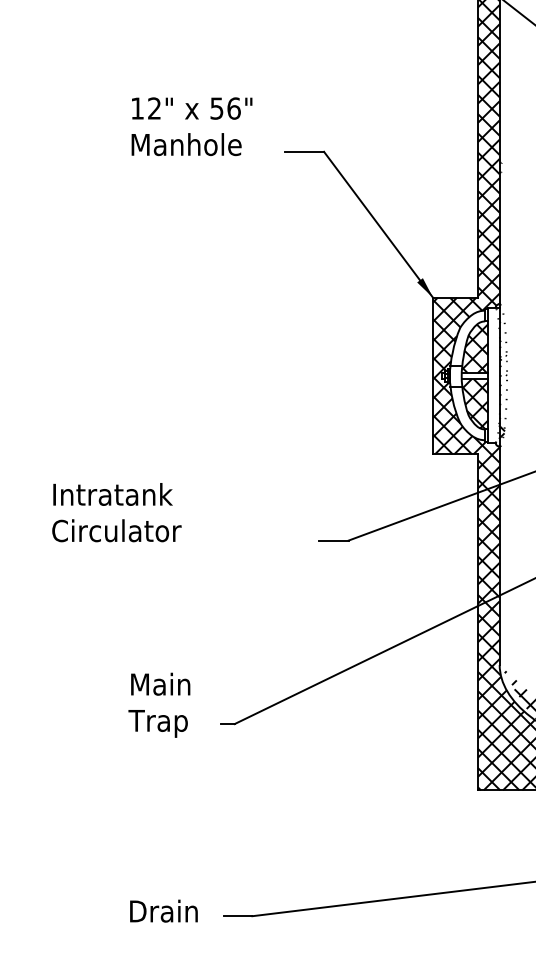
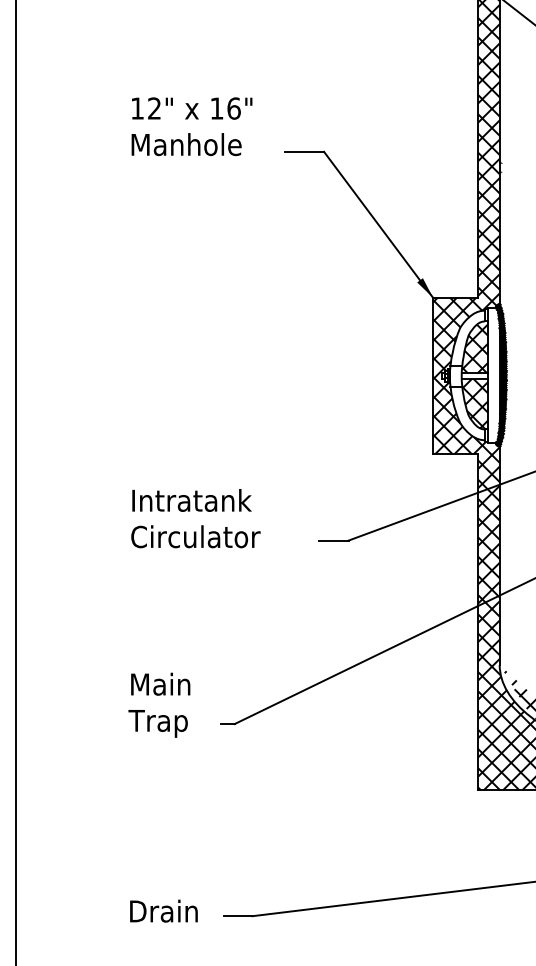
text at (216, 108): 56" -> 16"
hatch at (501, 375): none -> present
line at (16, 482): none -> present
text at (116, 512) position: (116, 512) -> (195, 518)
